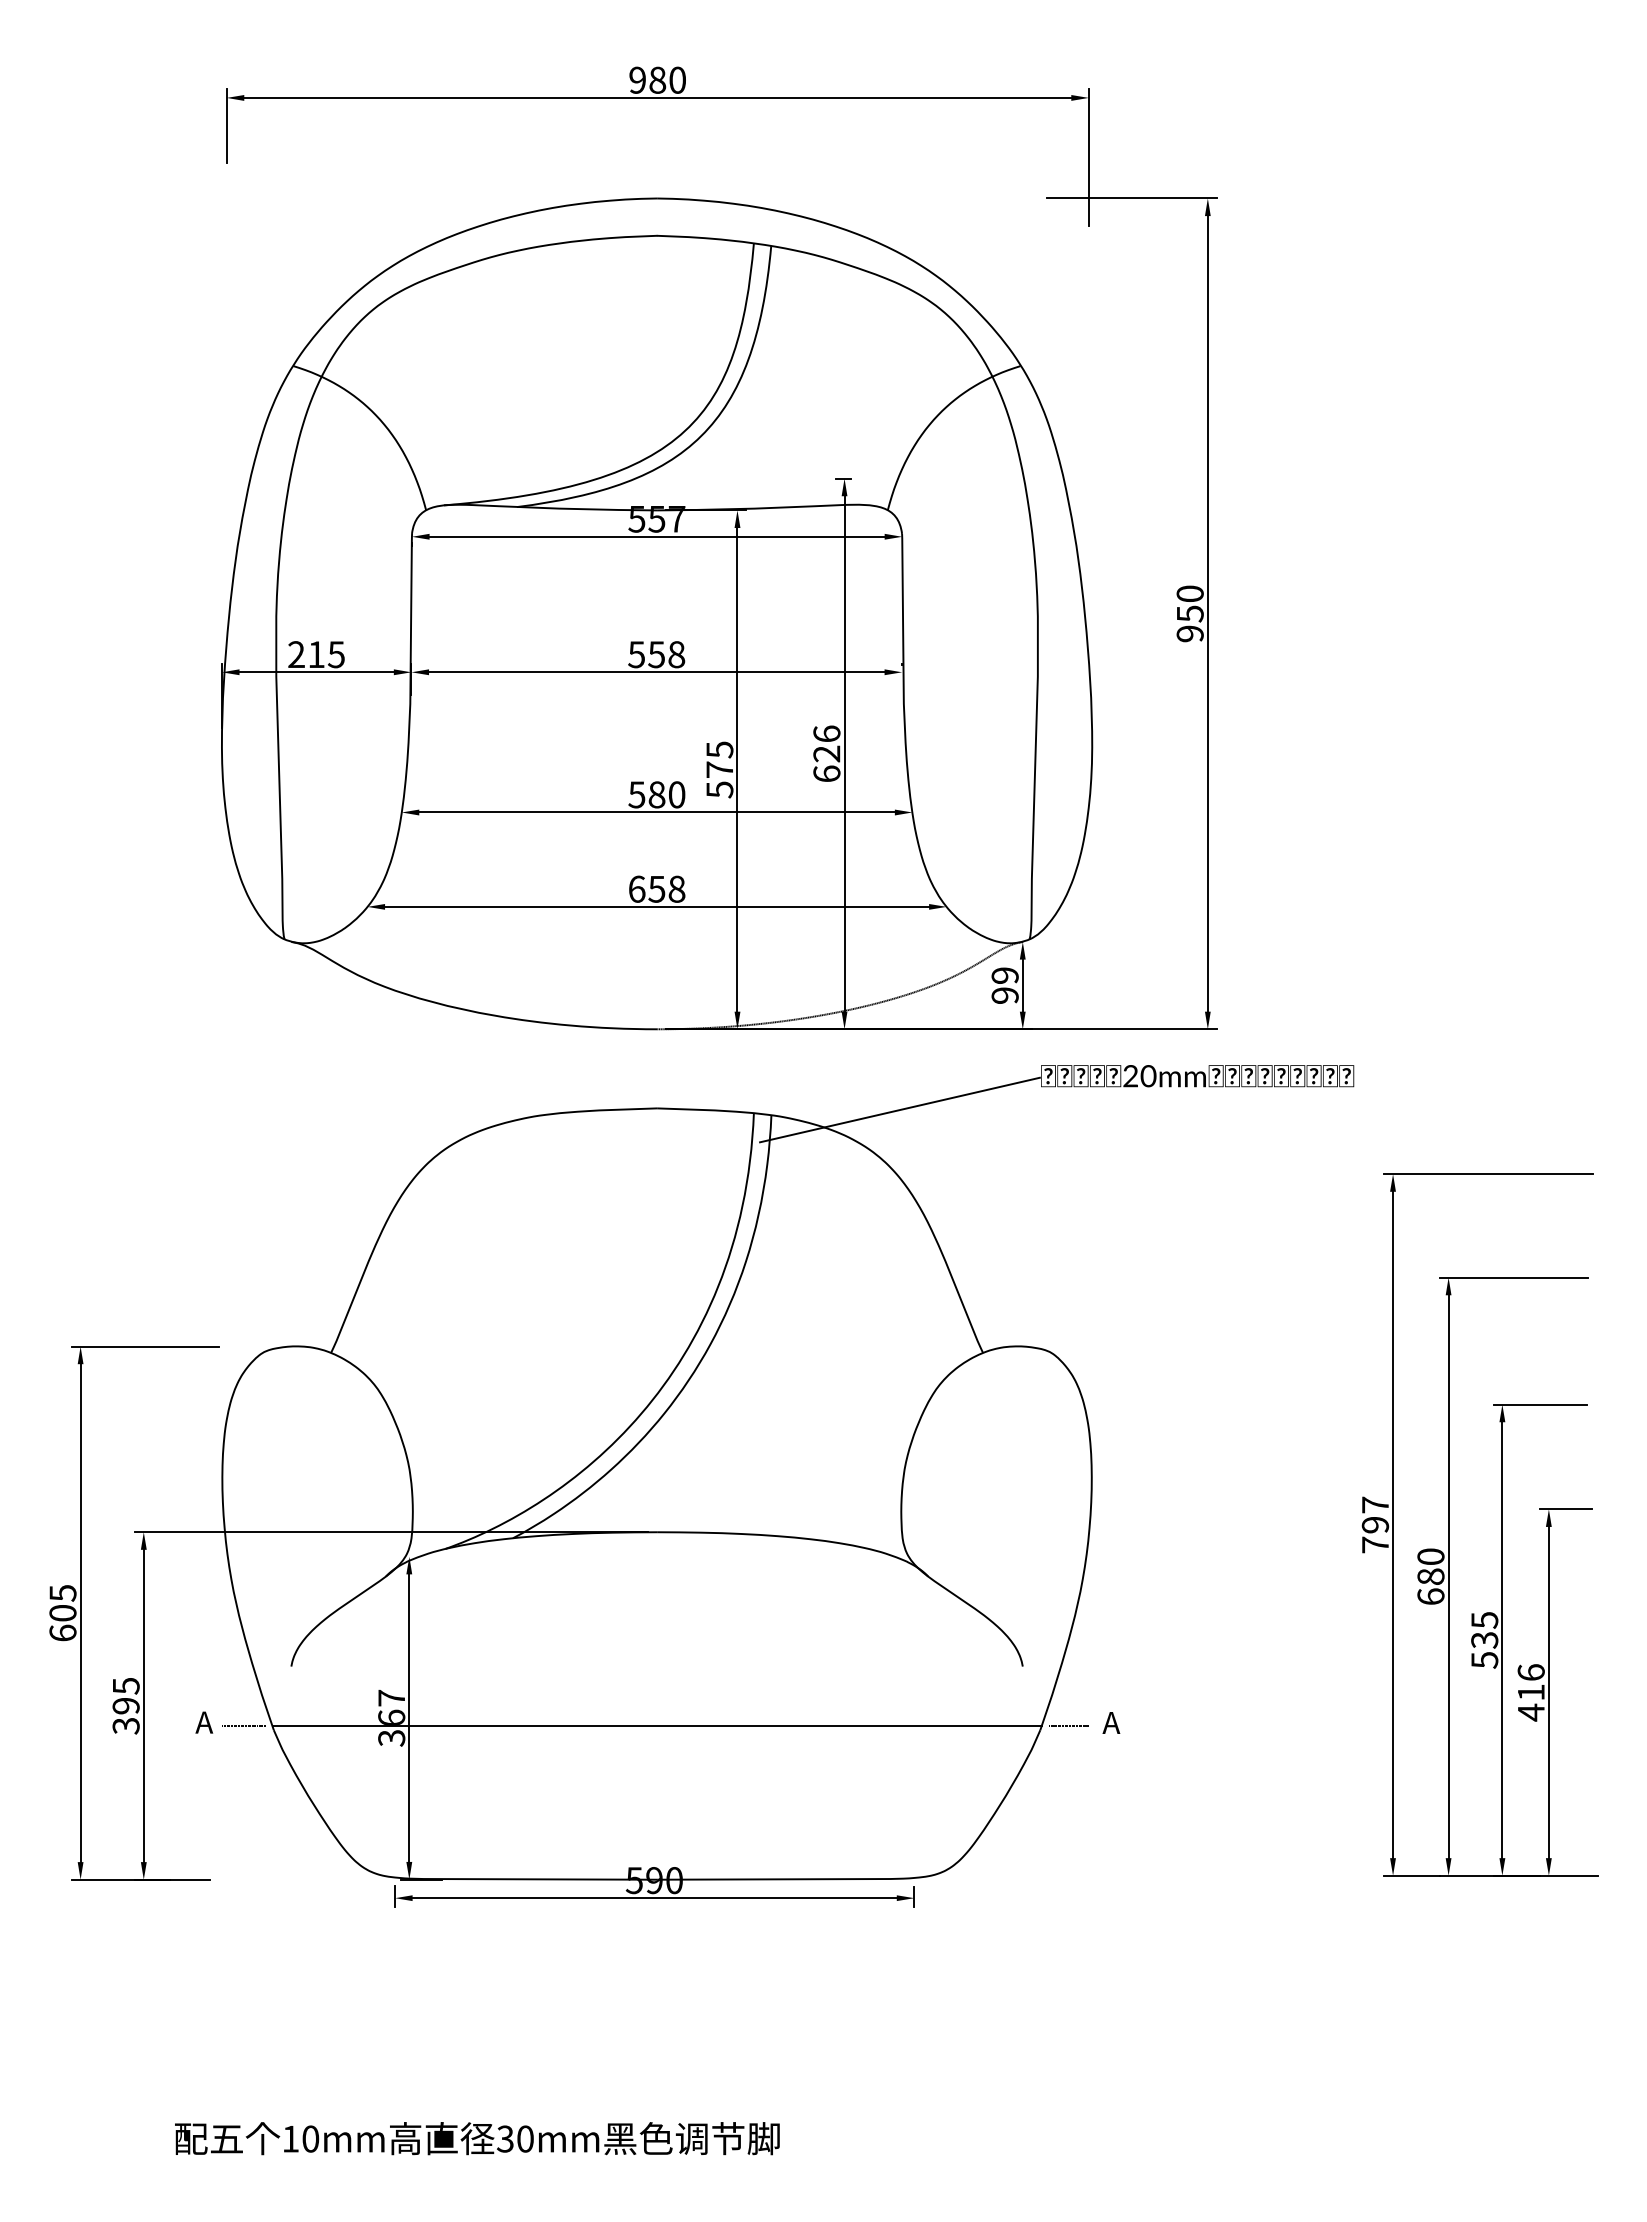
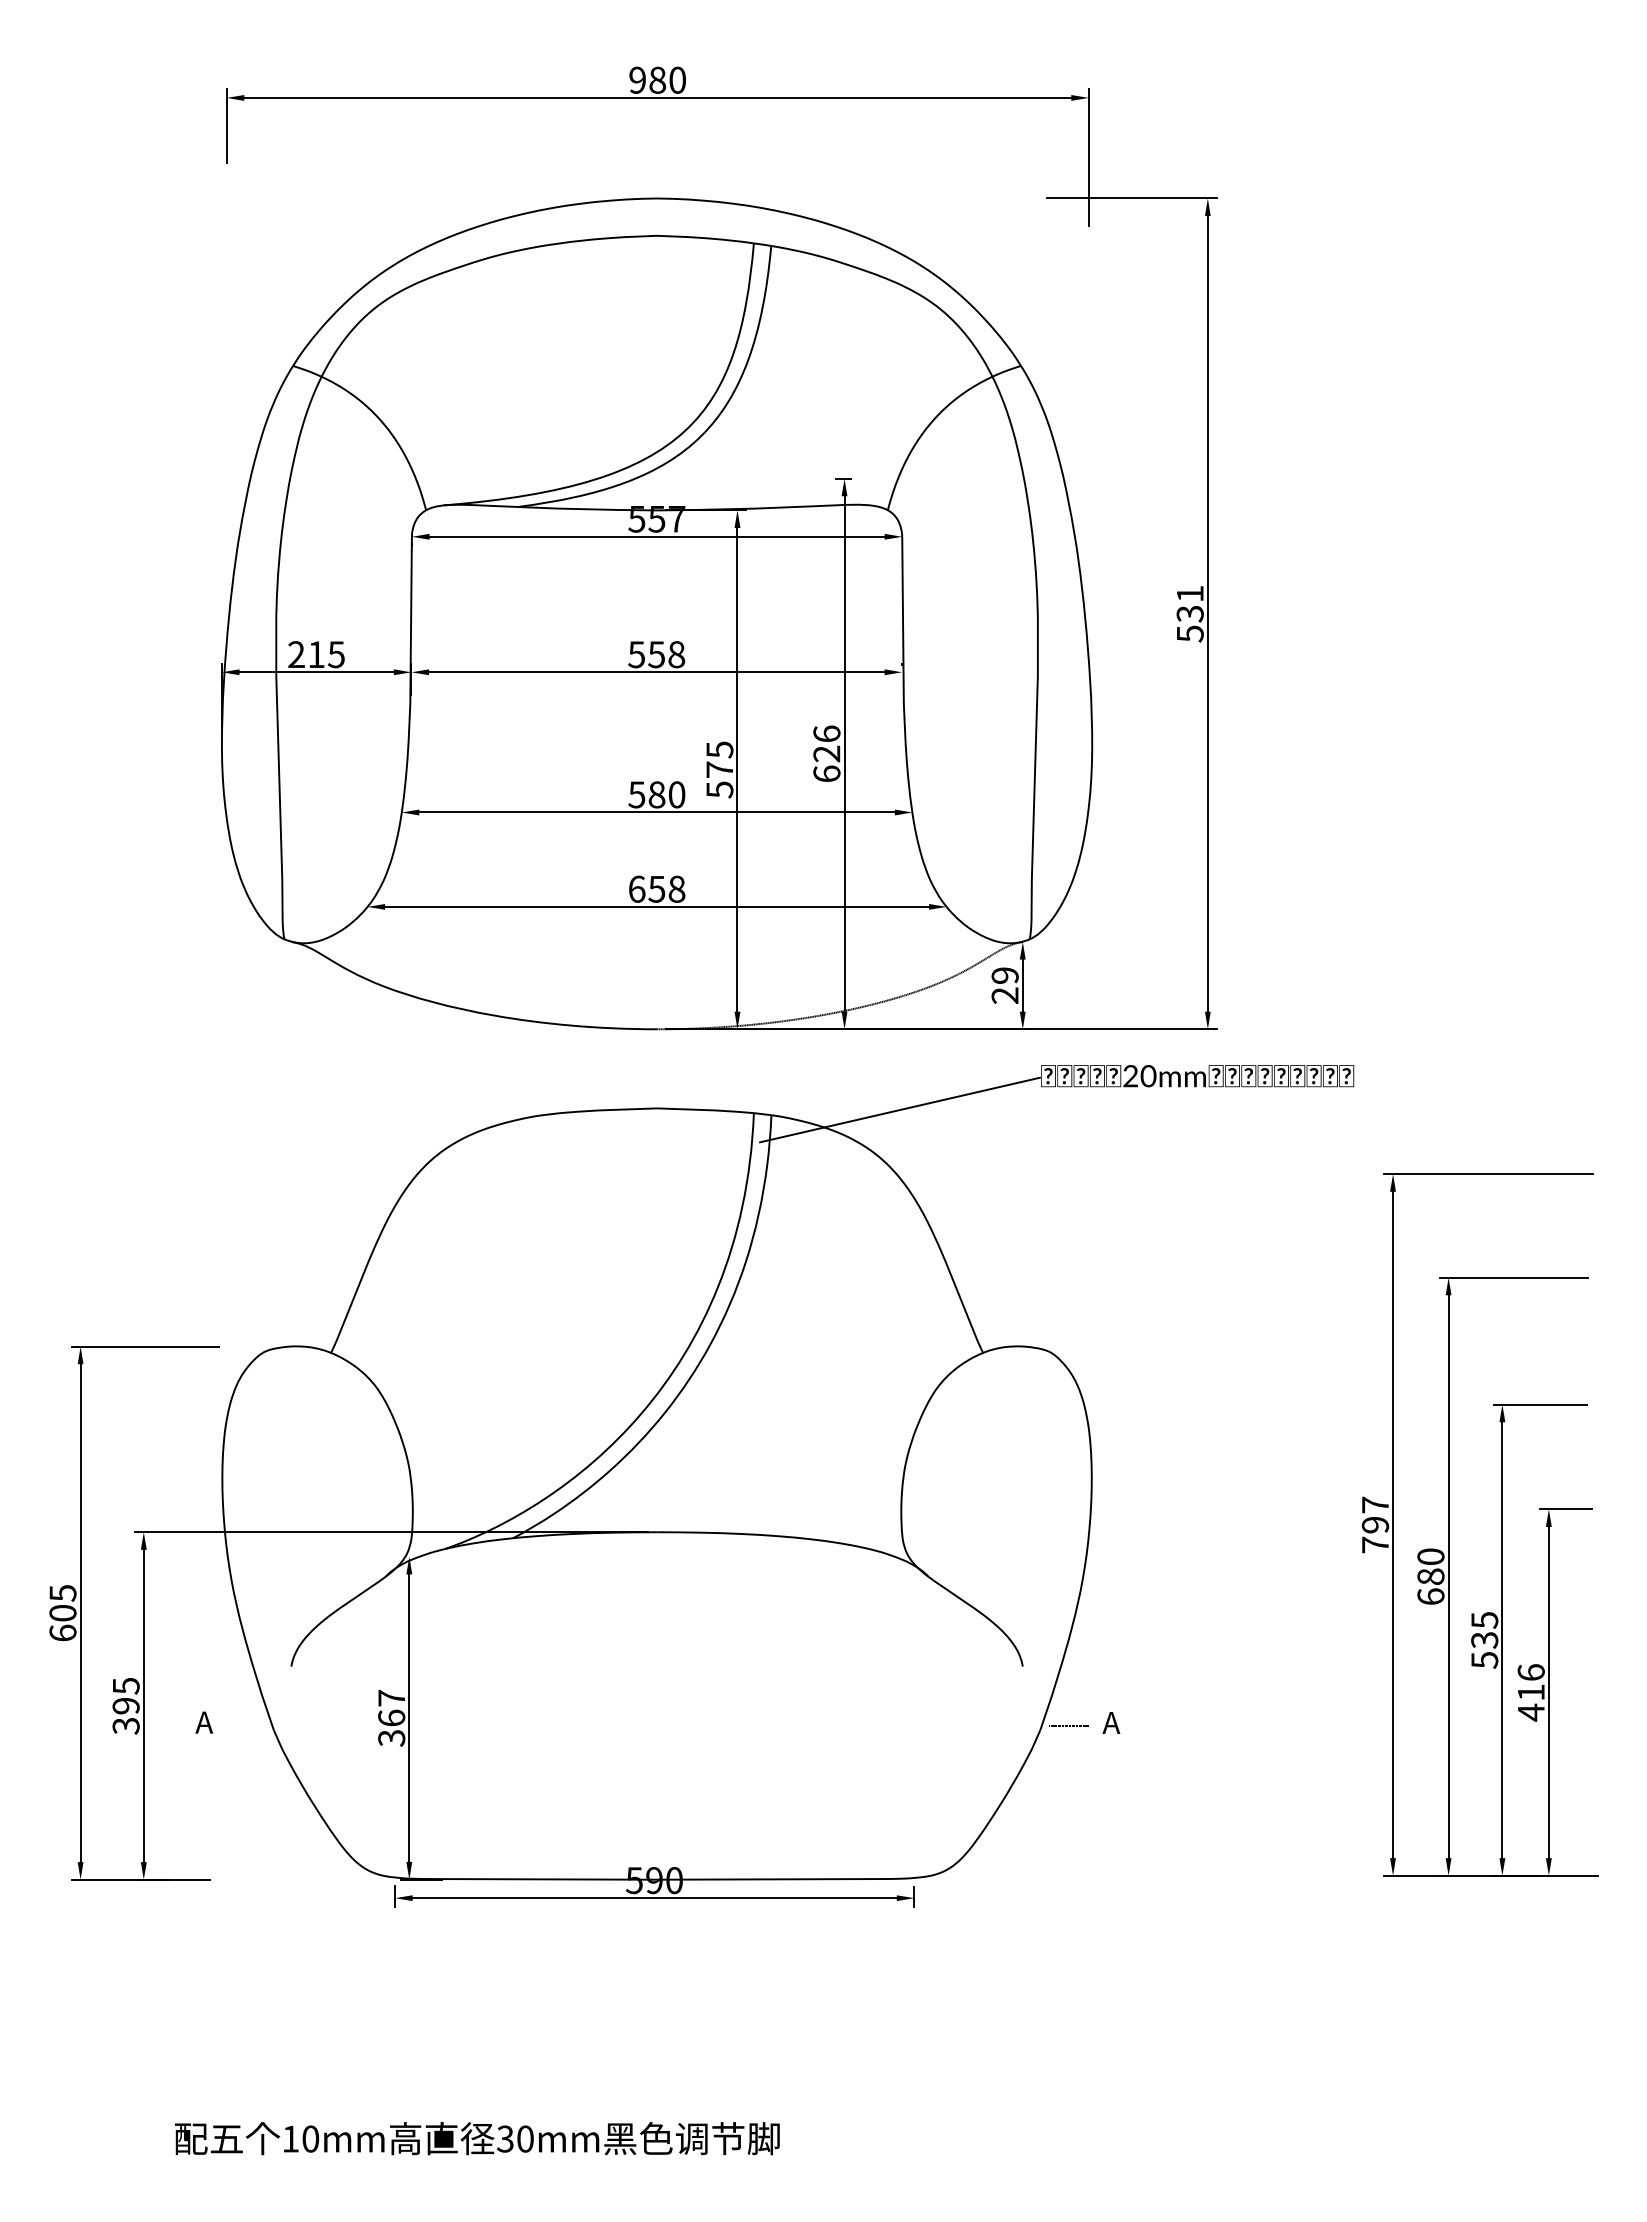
text at (1189, 613): 950 -> 531
text at (1005, 995): 99 -> 29
line at (243, 1726): present -> none
line at (656, 1726): present -> none
